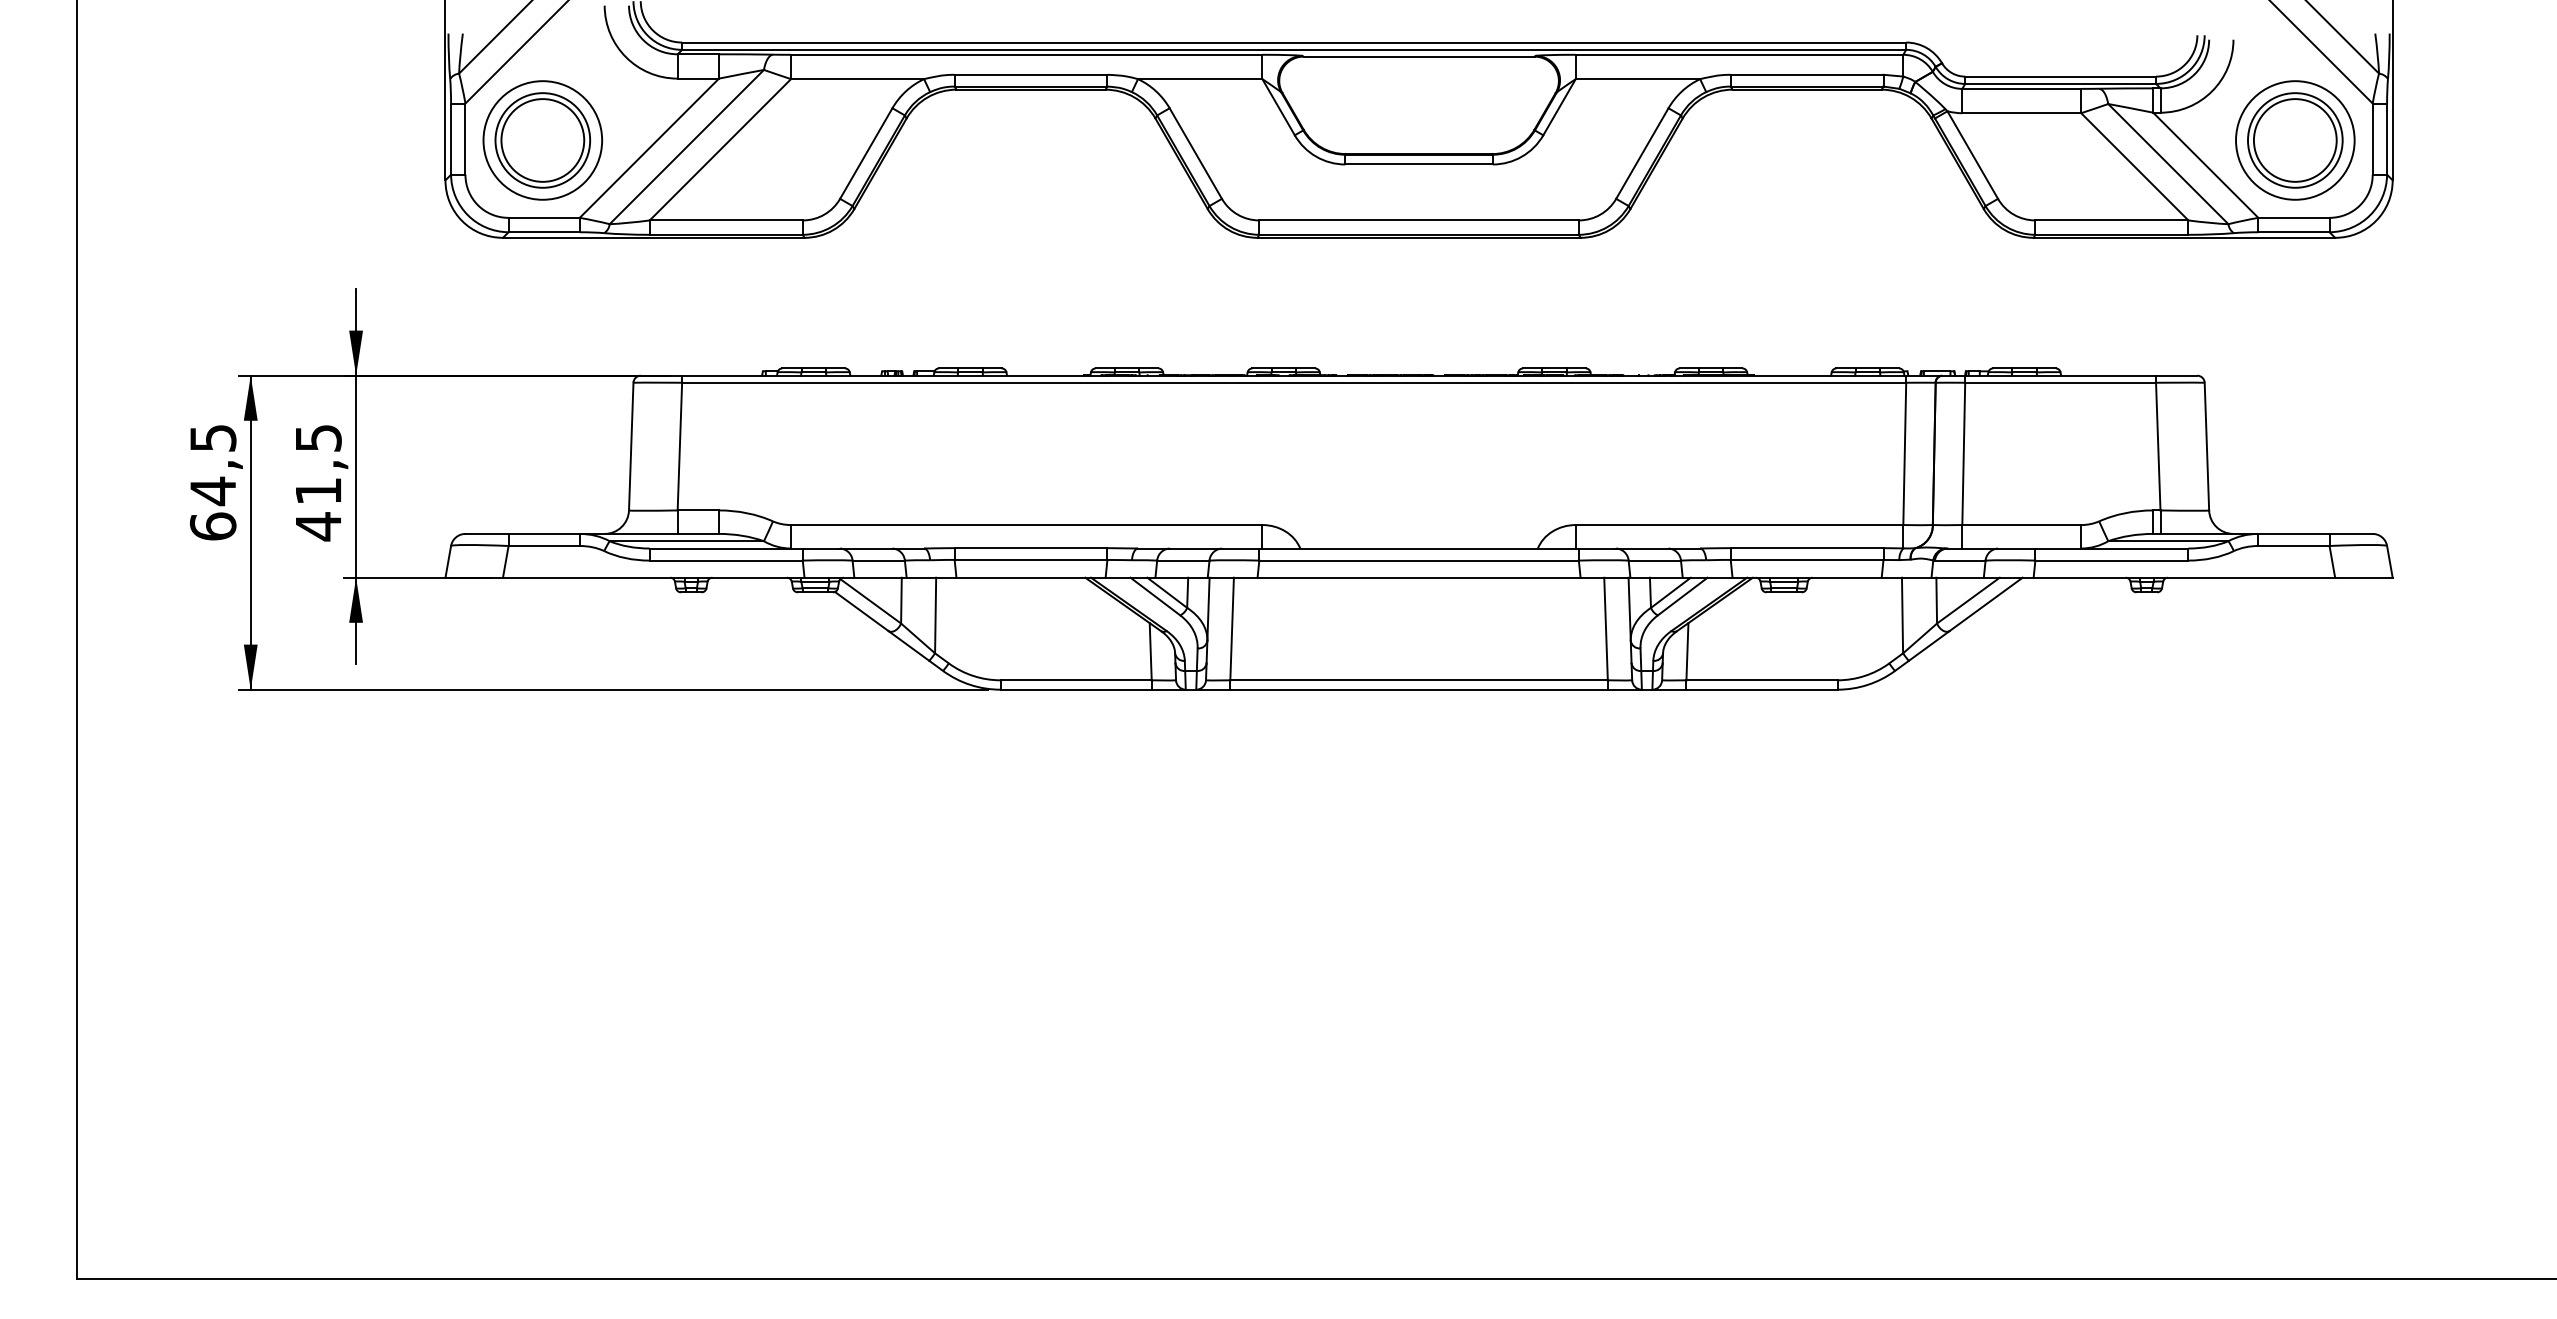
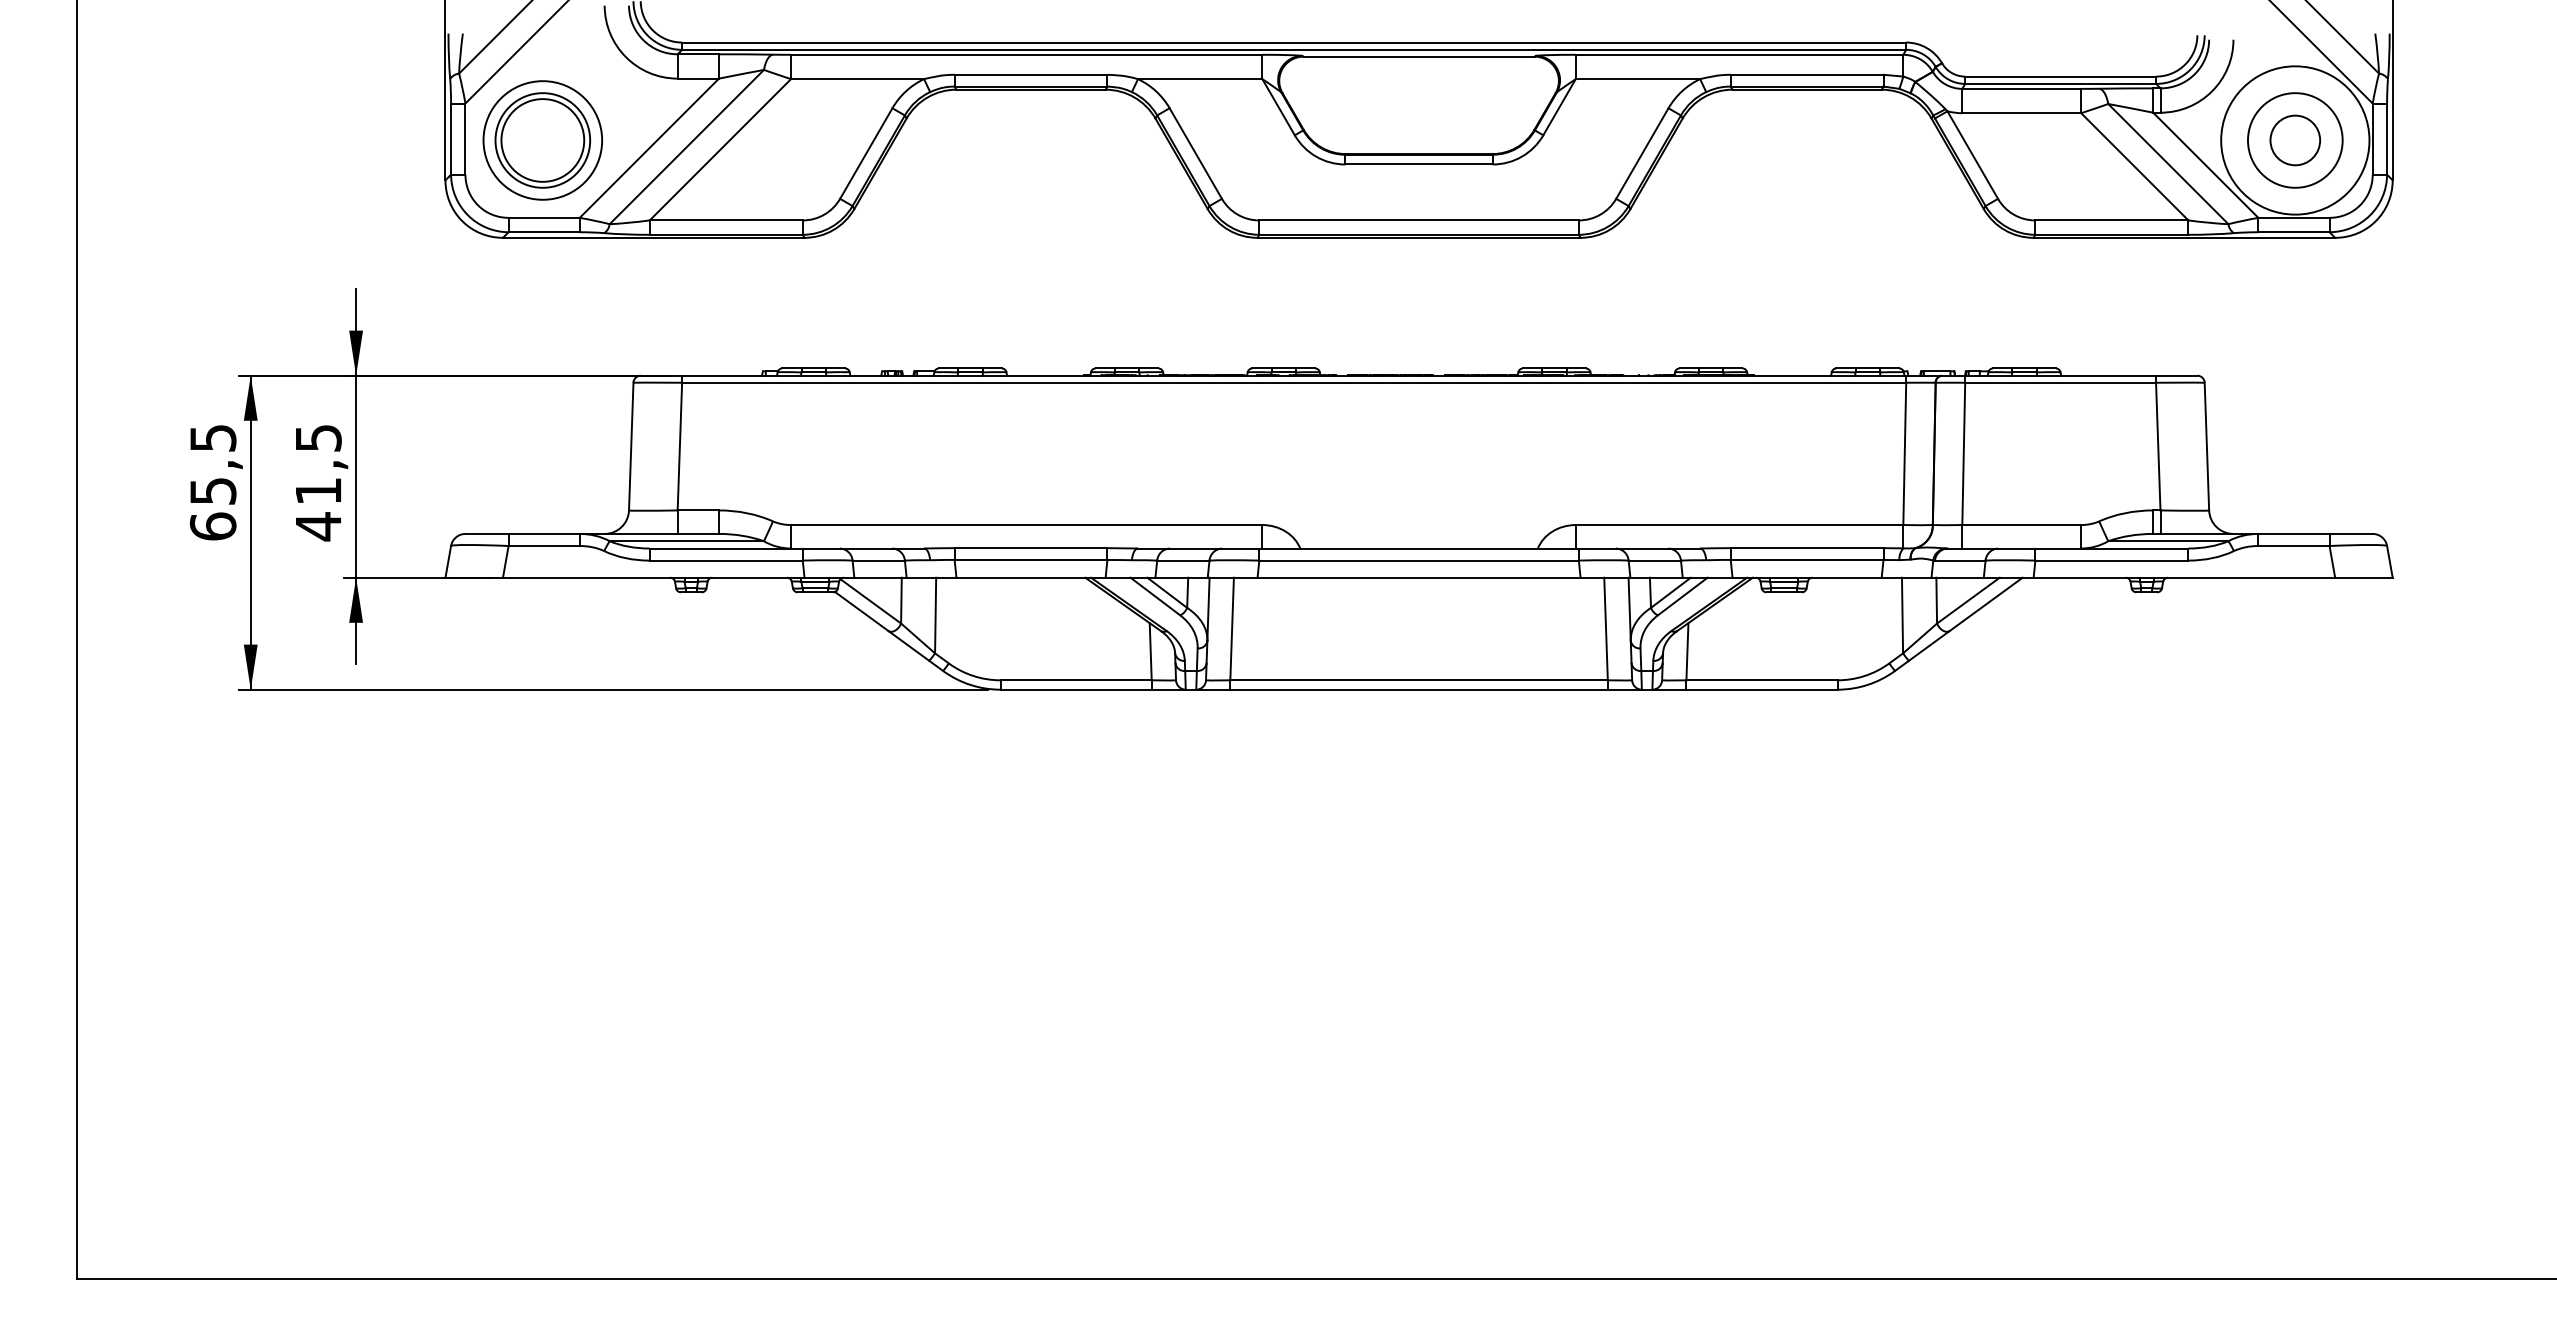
circle at (2294, 140) diameter: 83 px -> 50 px
circle at (2295, 140) diameter: 119 px -> 148 px
text at (213, 491): 64,5 -> 65,5
